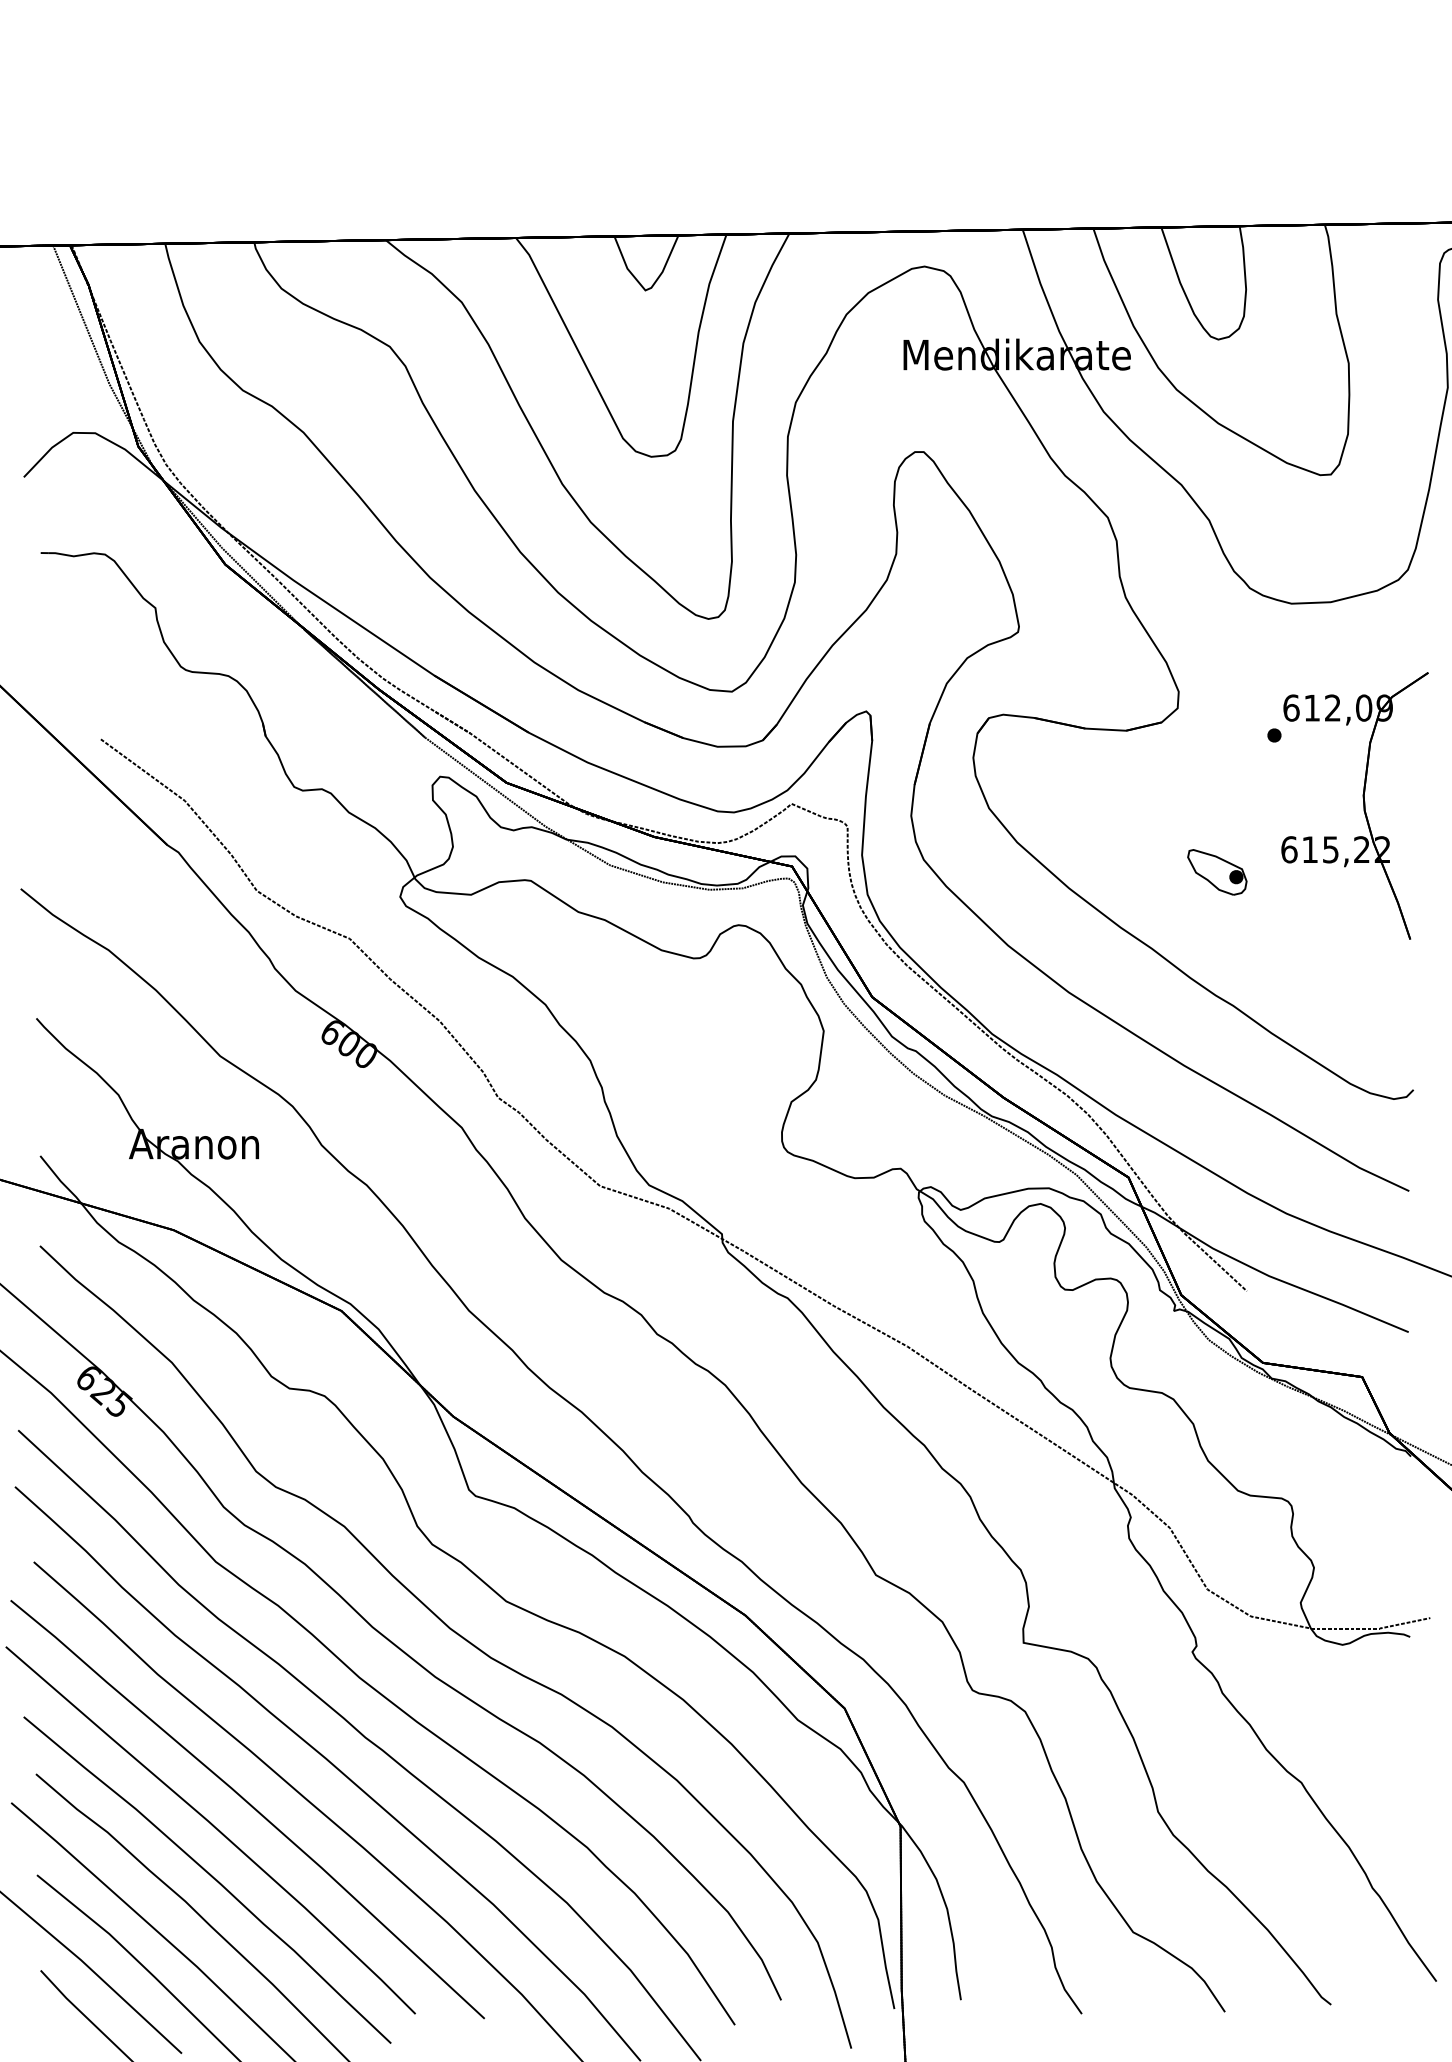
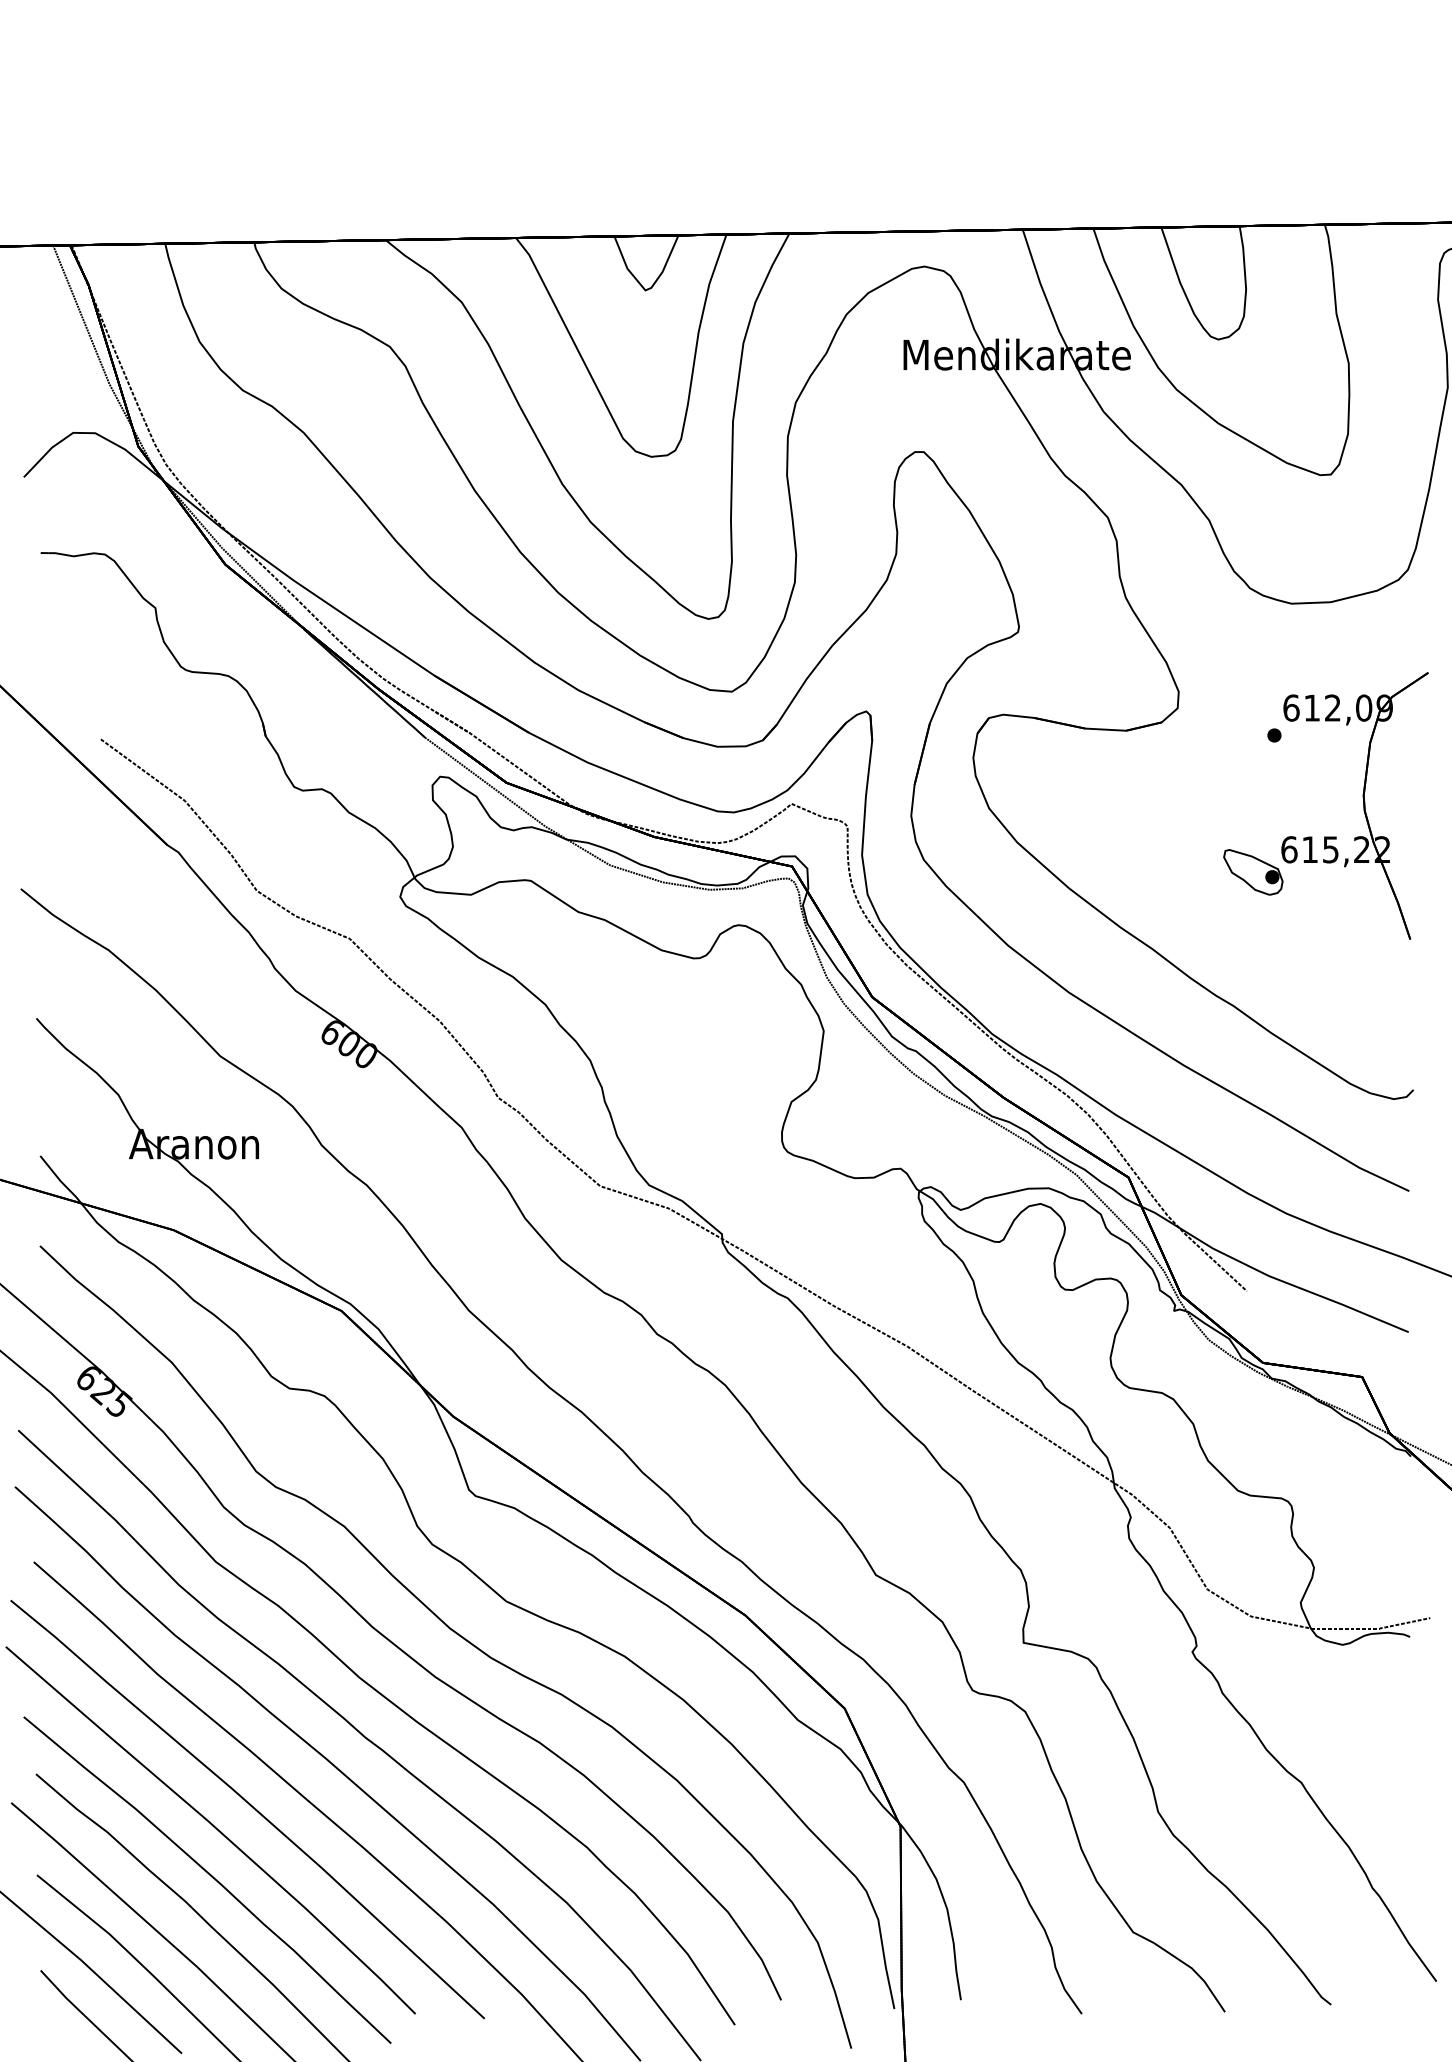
part at (1217, 872) position: (1217, 872) -> (1253, 872)
